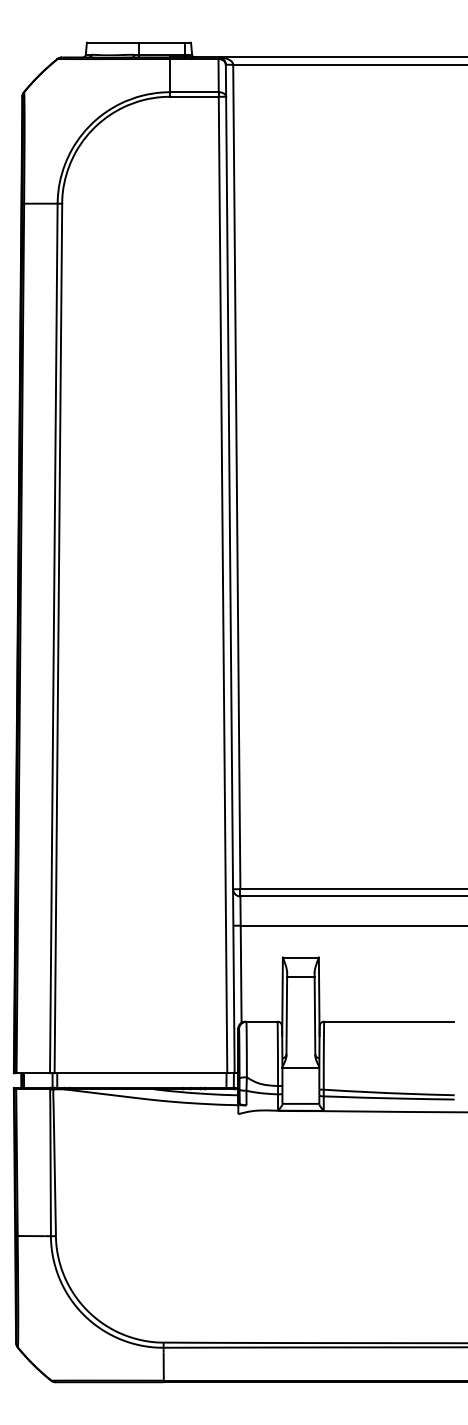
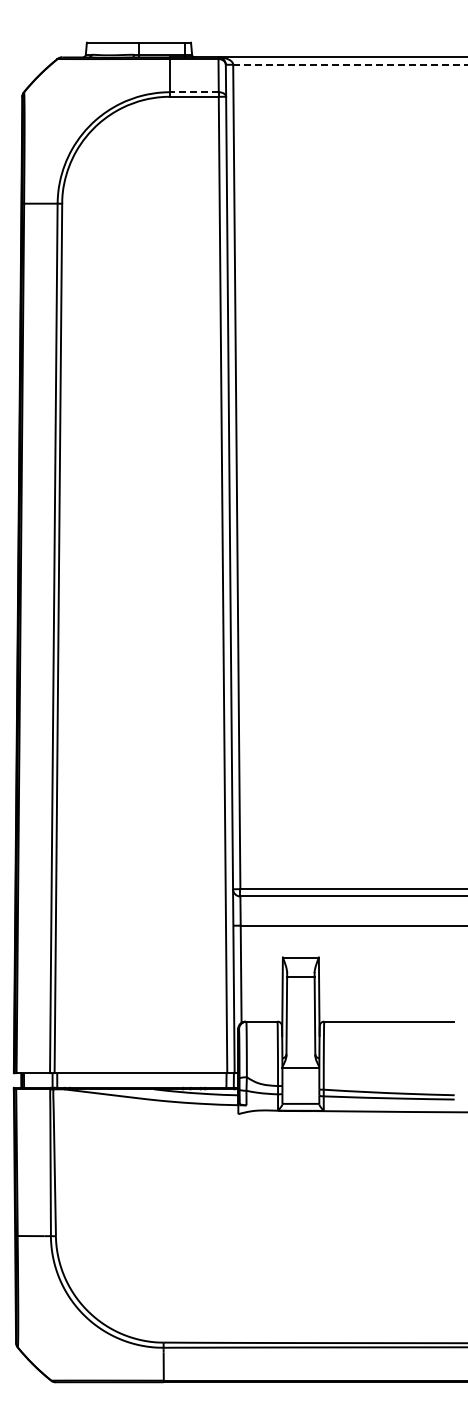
line at (350, 64): solid -> dashed
line at (193, 92): solid -> dashed
